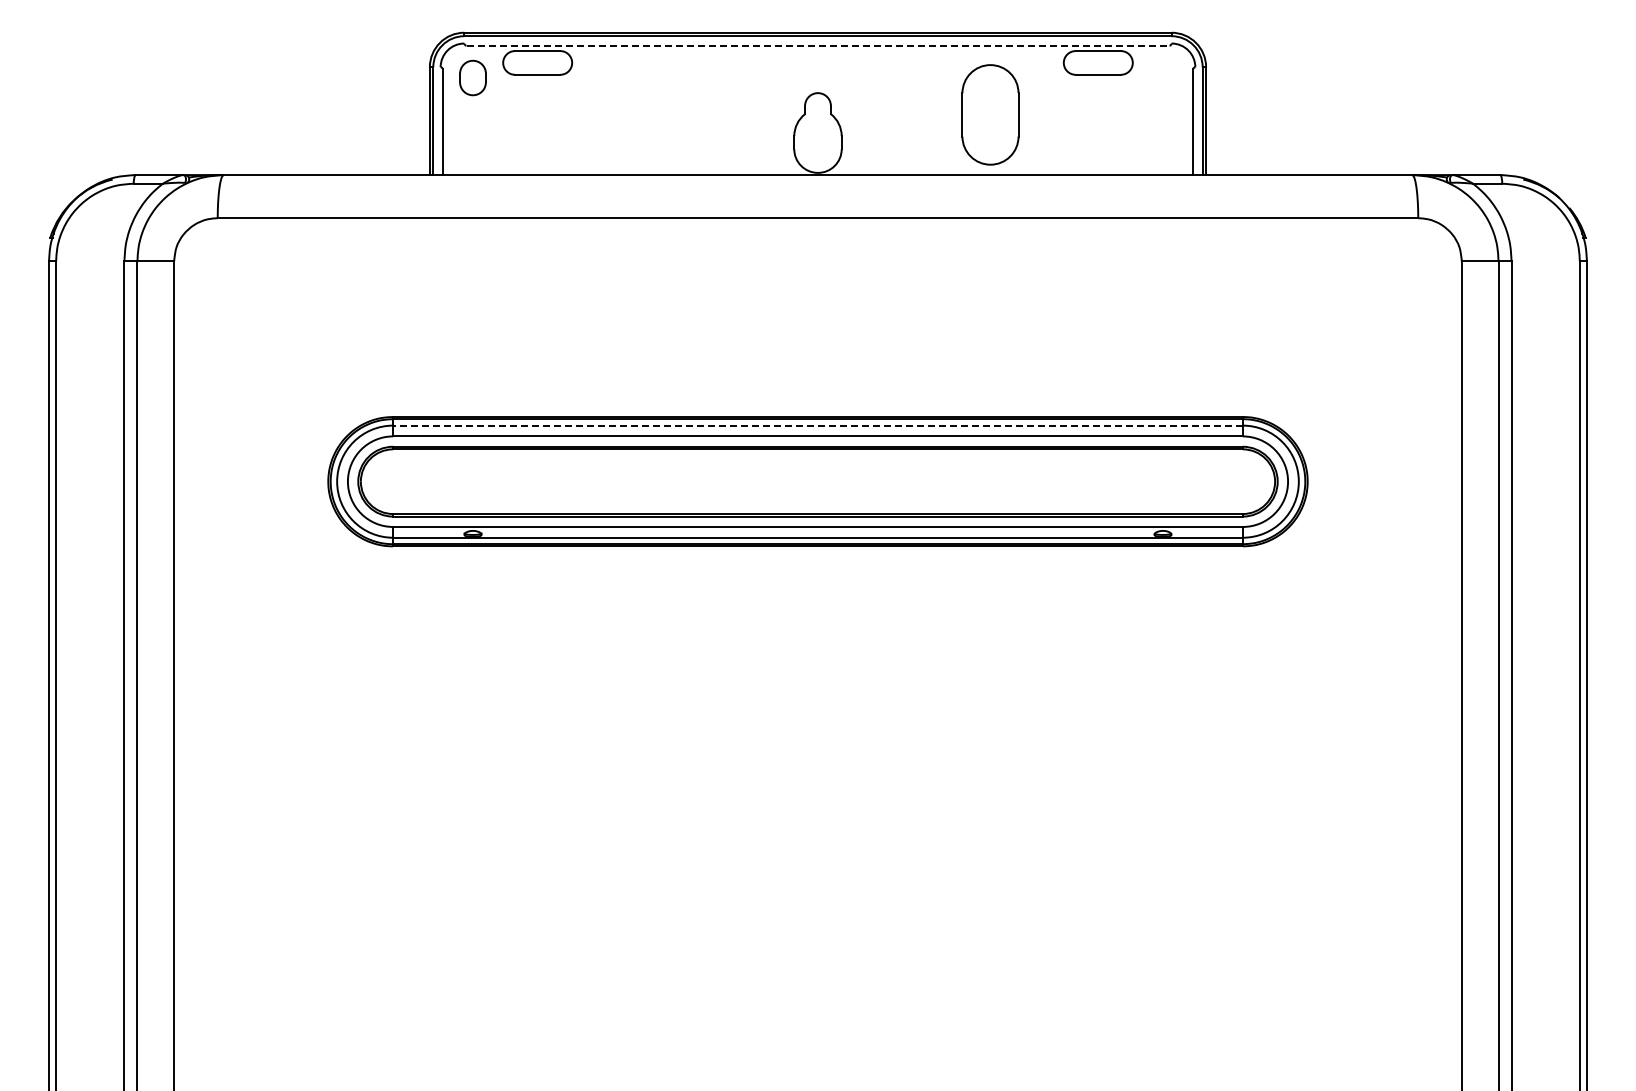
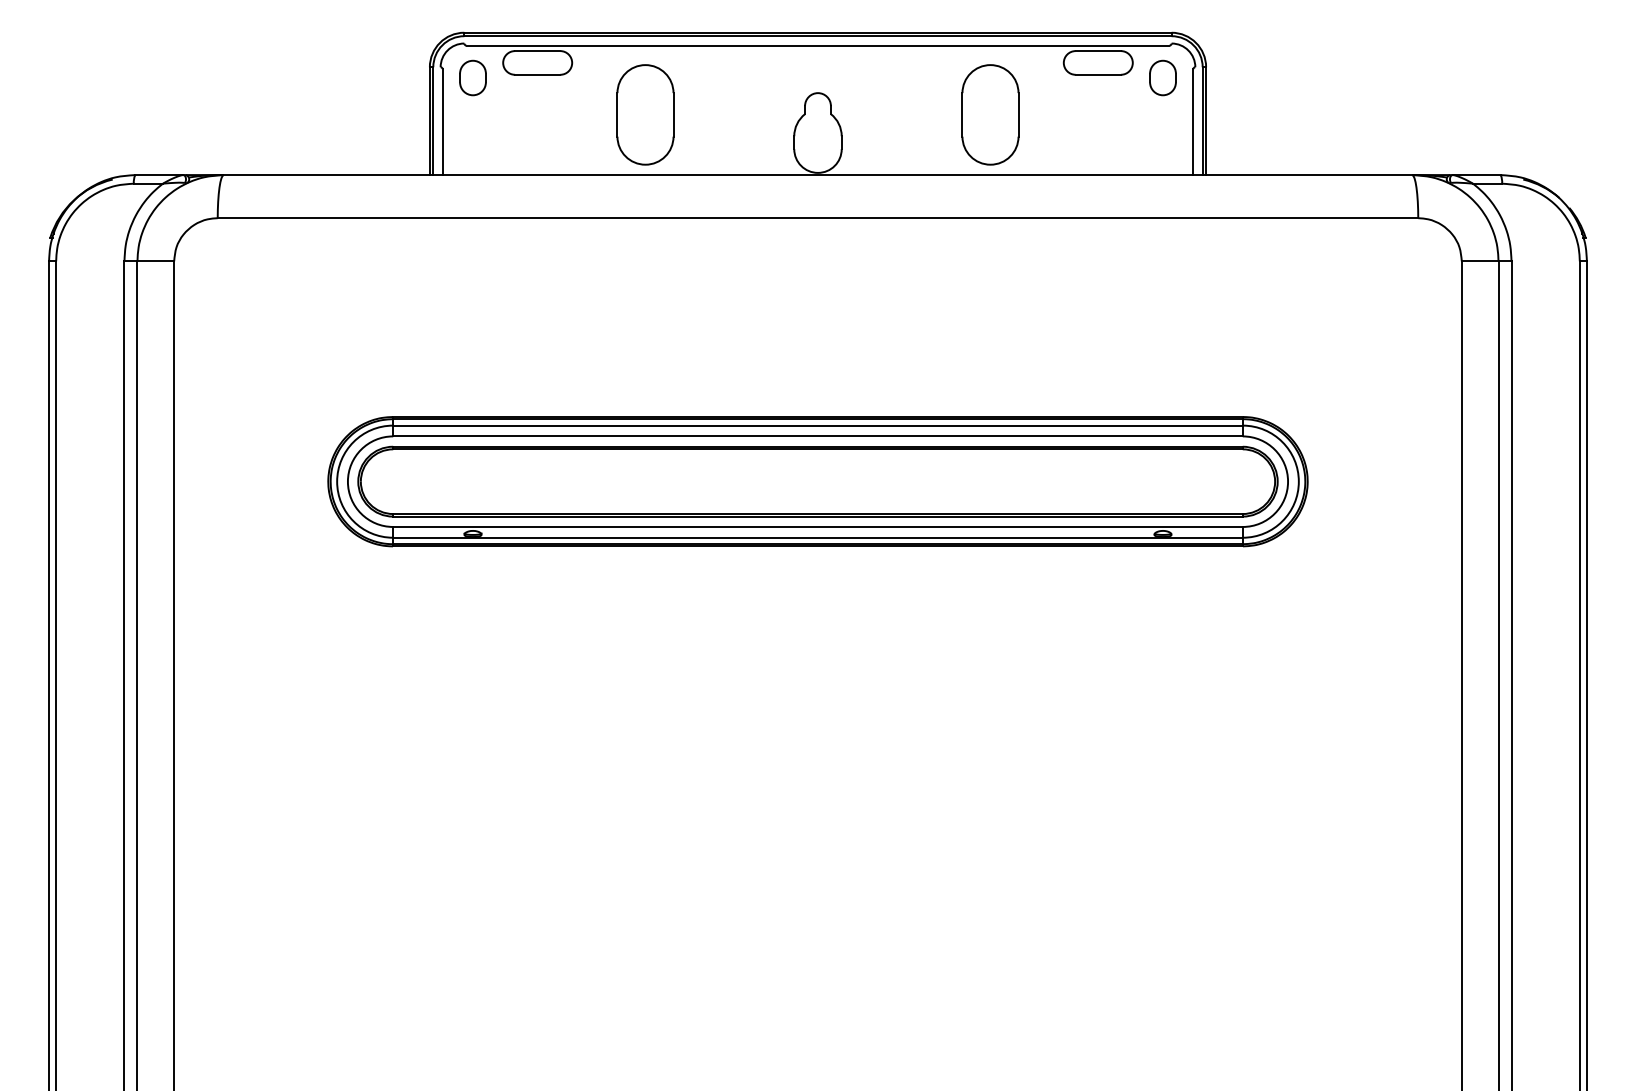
line at (818, 45): dashed -> solid
part at (1162, 77): none -> present
part at (645, 114): none -> present
line at (818, 425): dashed -> solid
